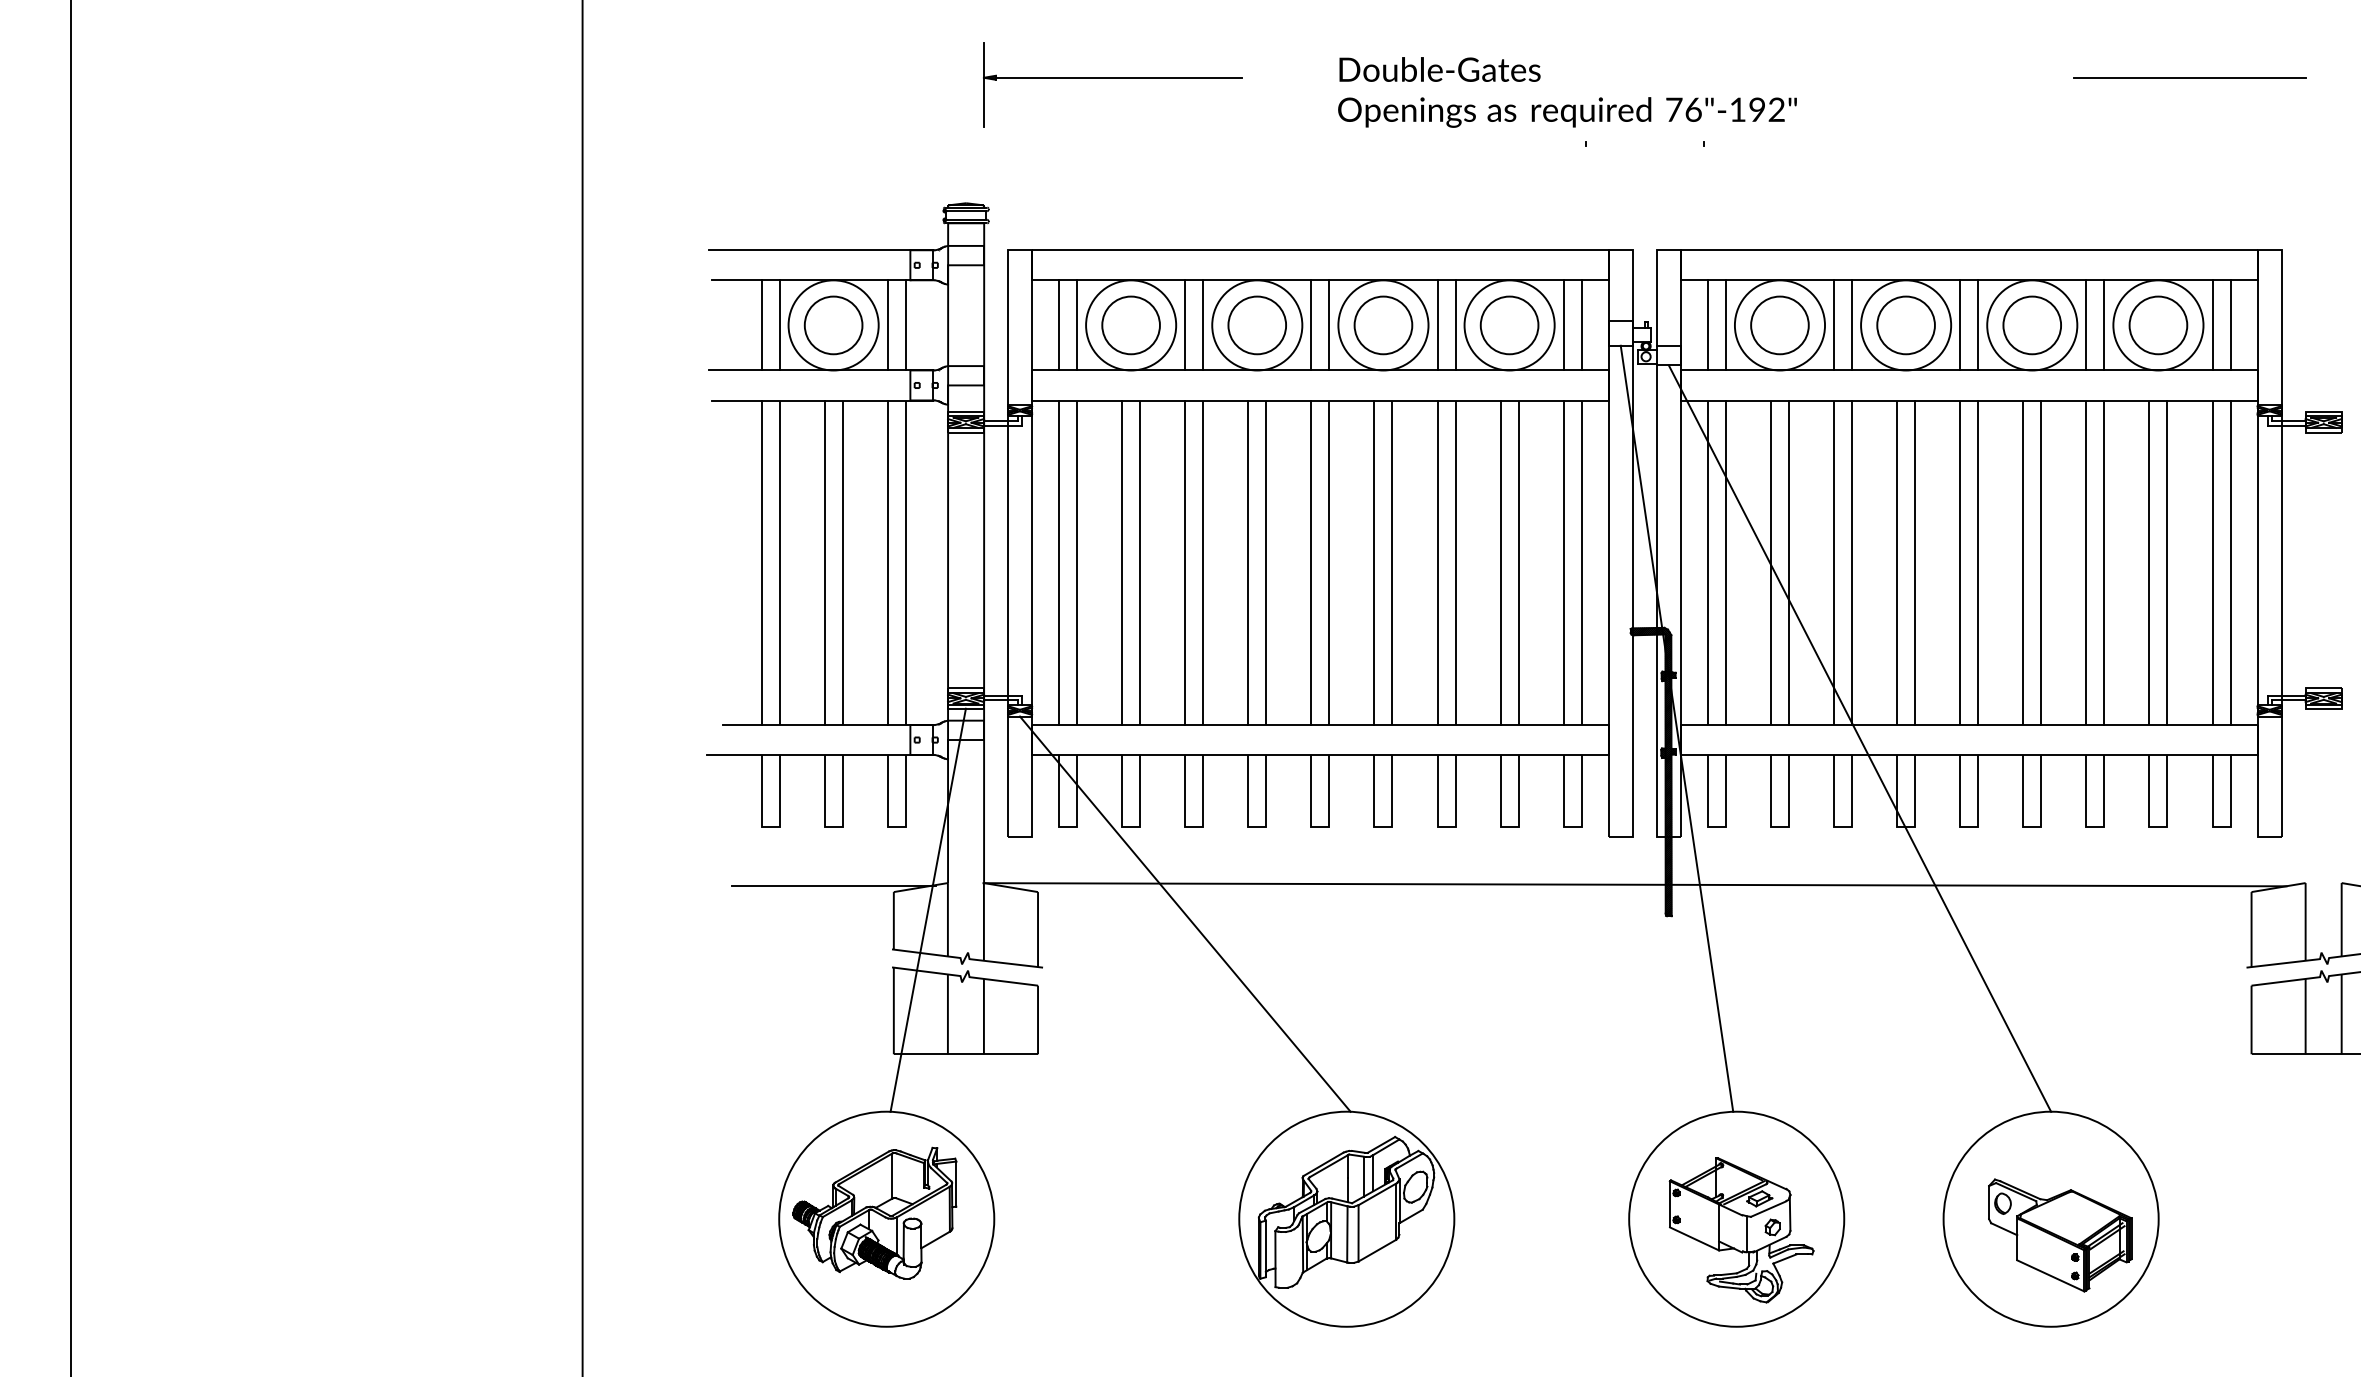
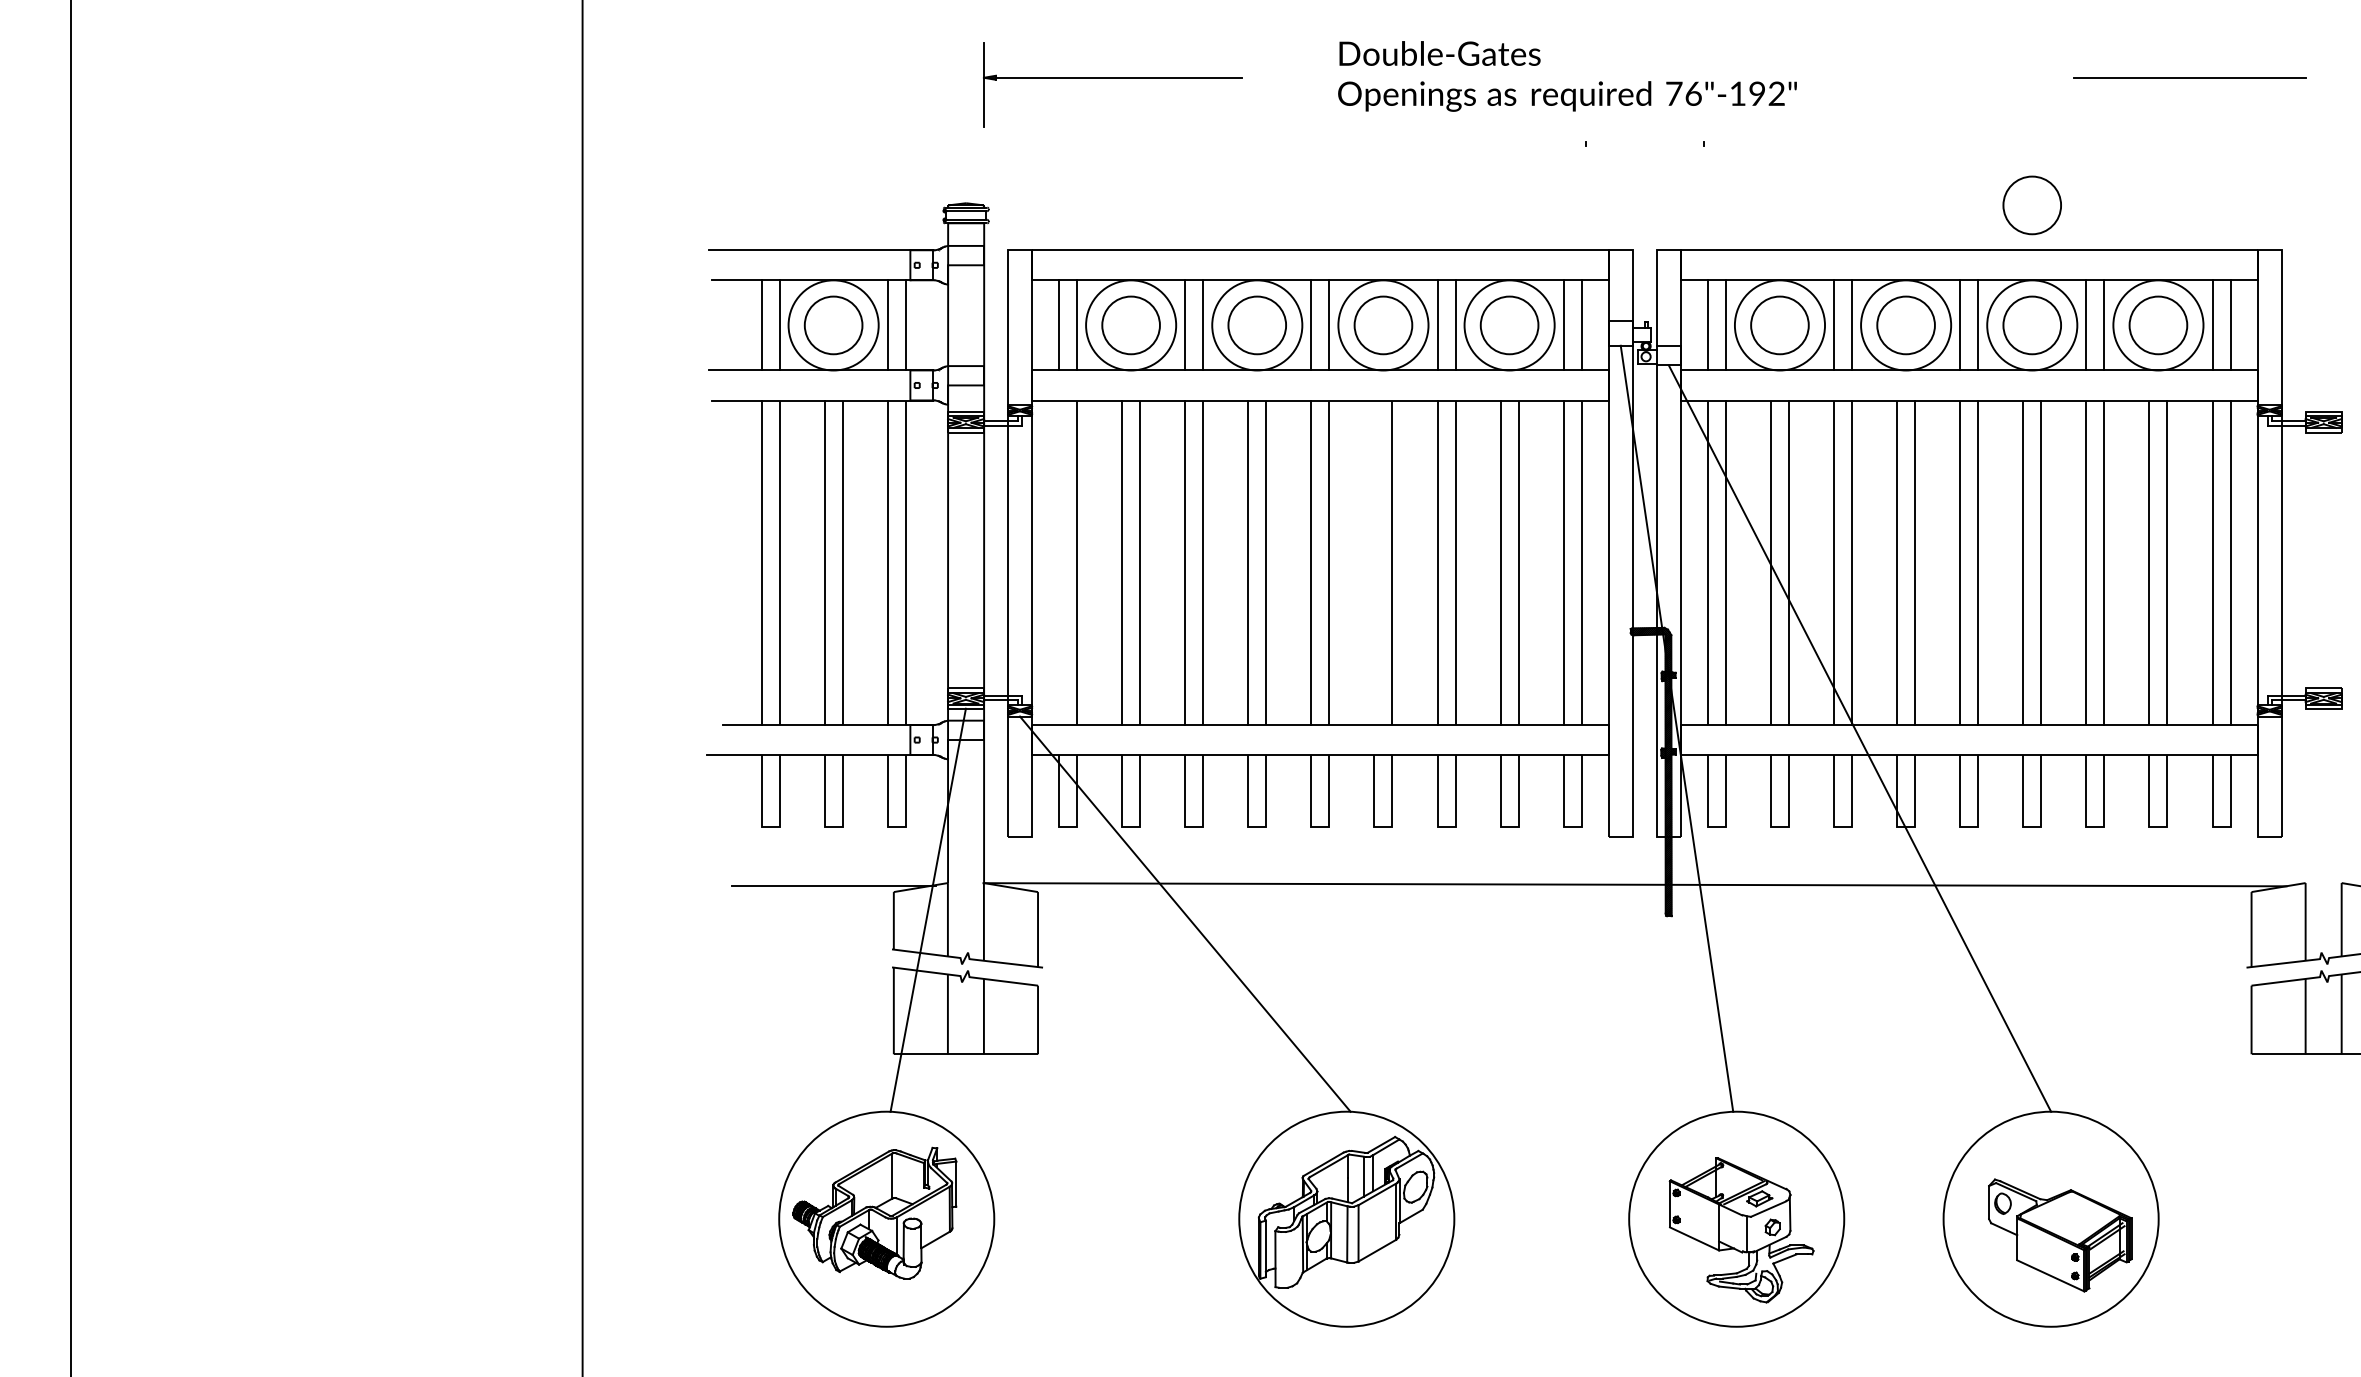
text at (1567, 92) position: (1567, 92) -> (1567, 76)
circle at (2031, 205): none -> present
line at (1059, 562): present -> none
line at (1374, 562): present -> none
